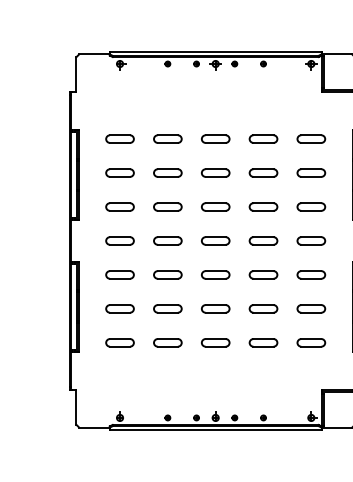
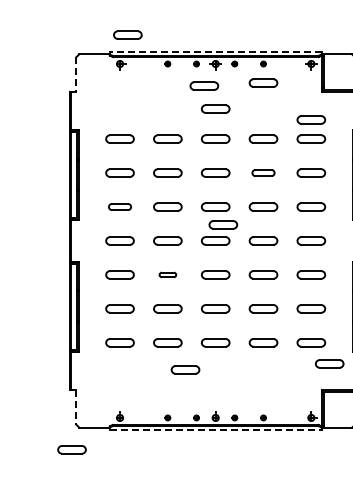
part at (127, 34): none -> present
line at (215, 51): solid -> dashed
line at (76, 75): solid -> dashed
part at (263, 82): none -> present
part at (204, 85): none -> present
part at (215, 108): none -> present
part at (311, 119): none -> present
part at (263, 172) size: 31x10 px -> 25x8 px
part at (119, 206) size: 30x10 px -> 24x8 px
part at (223, 224): none -> present
part at (167, 274) size: 30x10 px -> 20x8 px
part at (329, 363): none -> present
part at (185, 369): none -> present
line at (76, 407): solid -> dashed
line at (215, 430): solid -> dashed
part at (71, 449): none -> present
